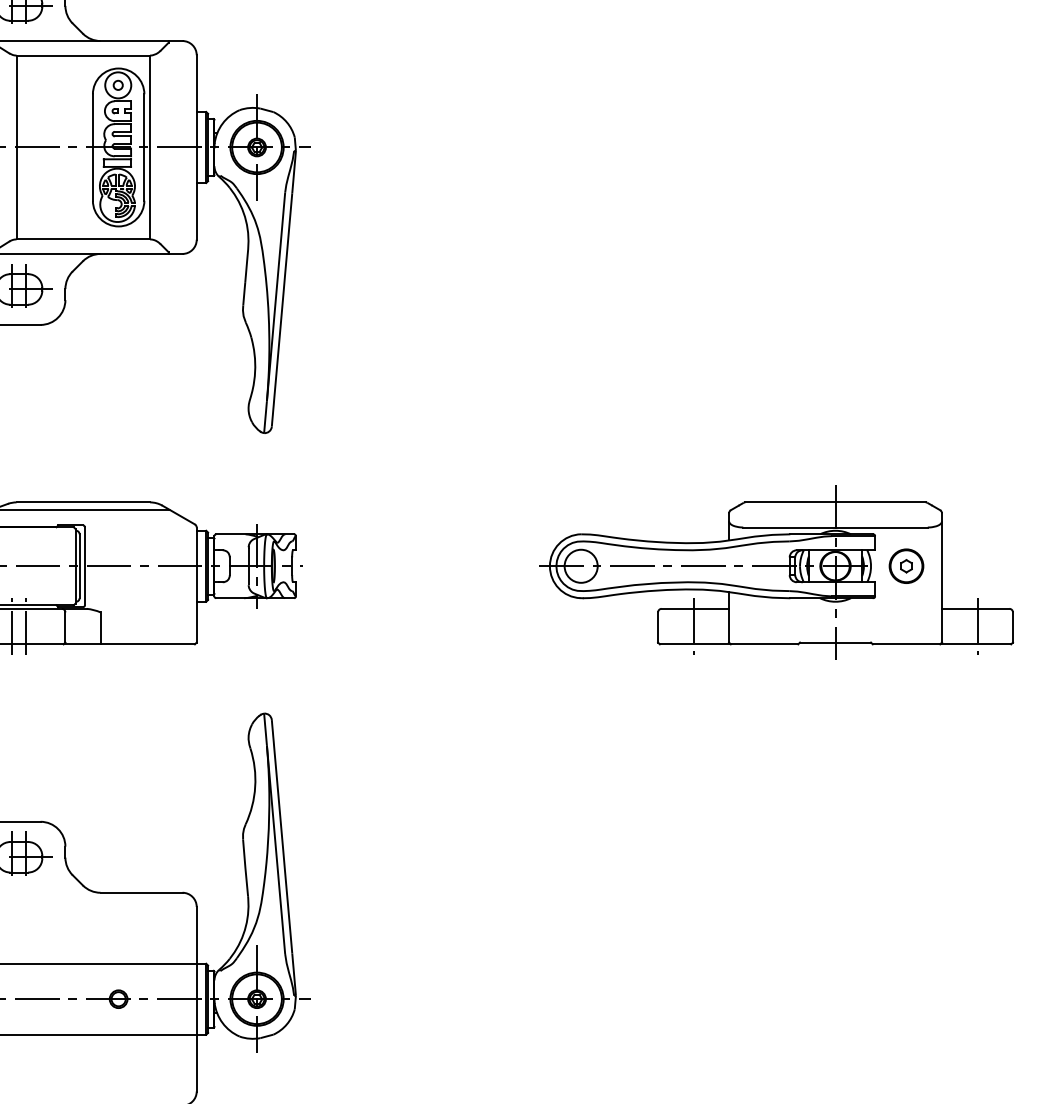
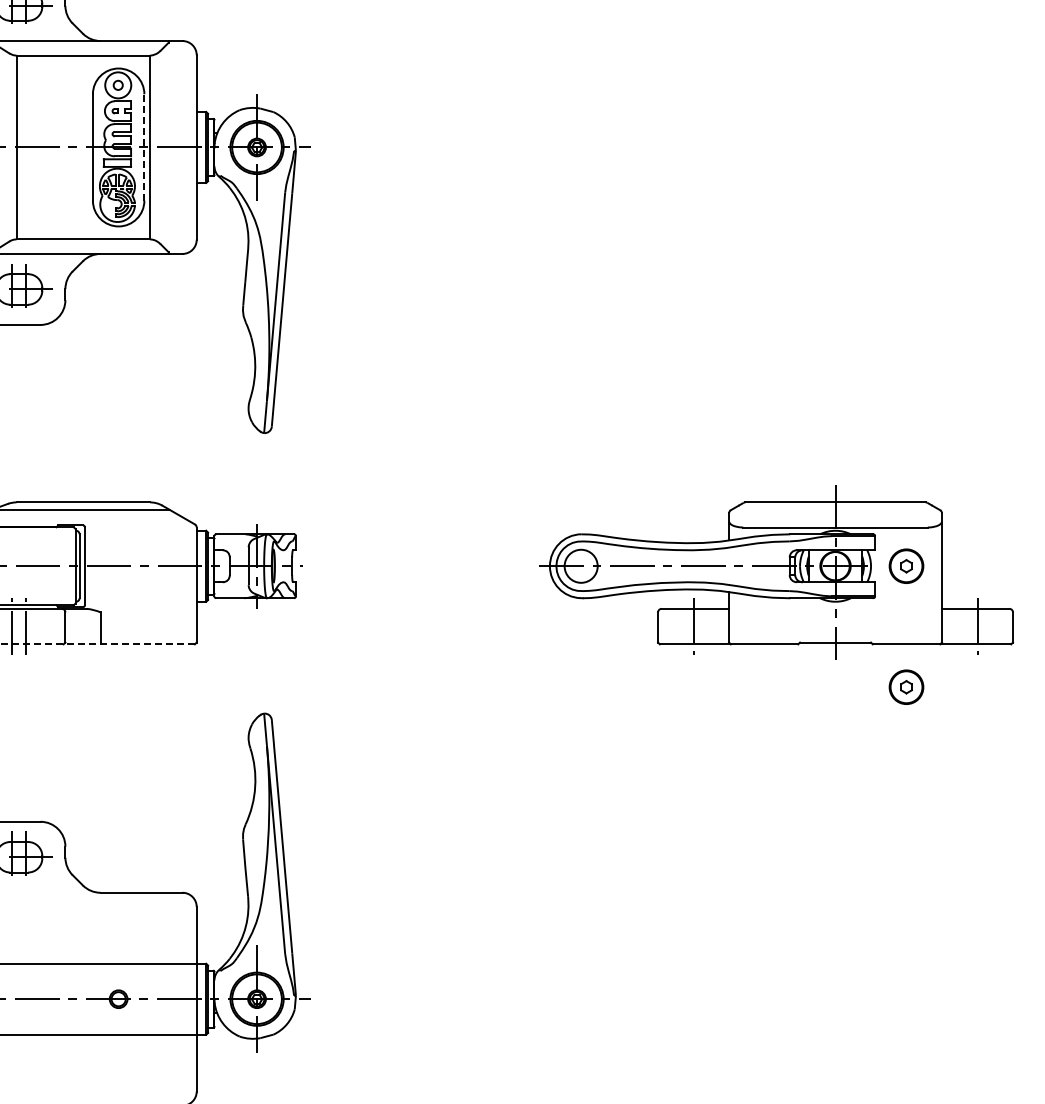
line at (144, 147): solid -> dashed
line at (97, 644): solid -> dashed
part at (906, 686): none -> present
